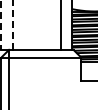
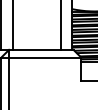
line at (1, 24): dashed -> solid
line at (12, 24): dashed -> solid
